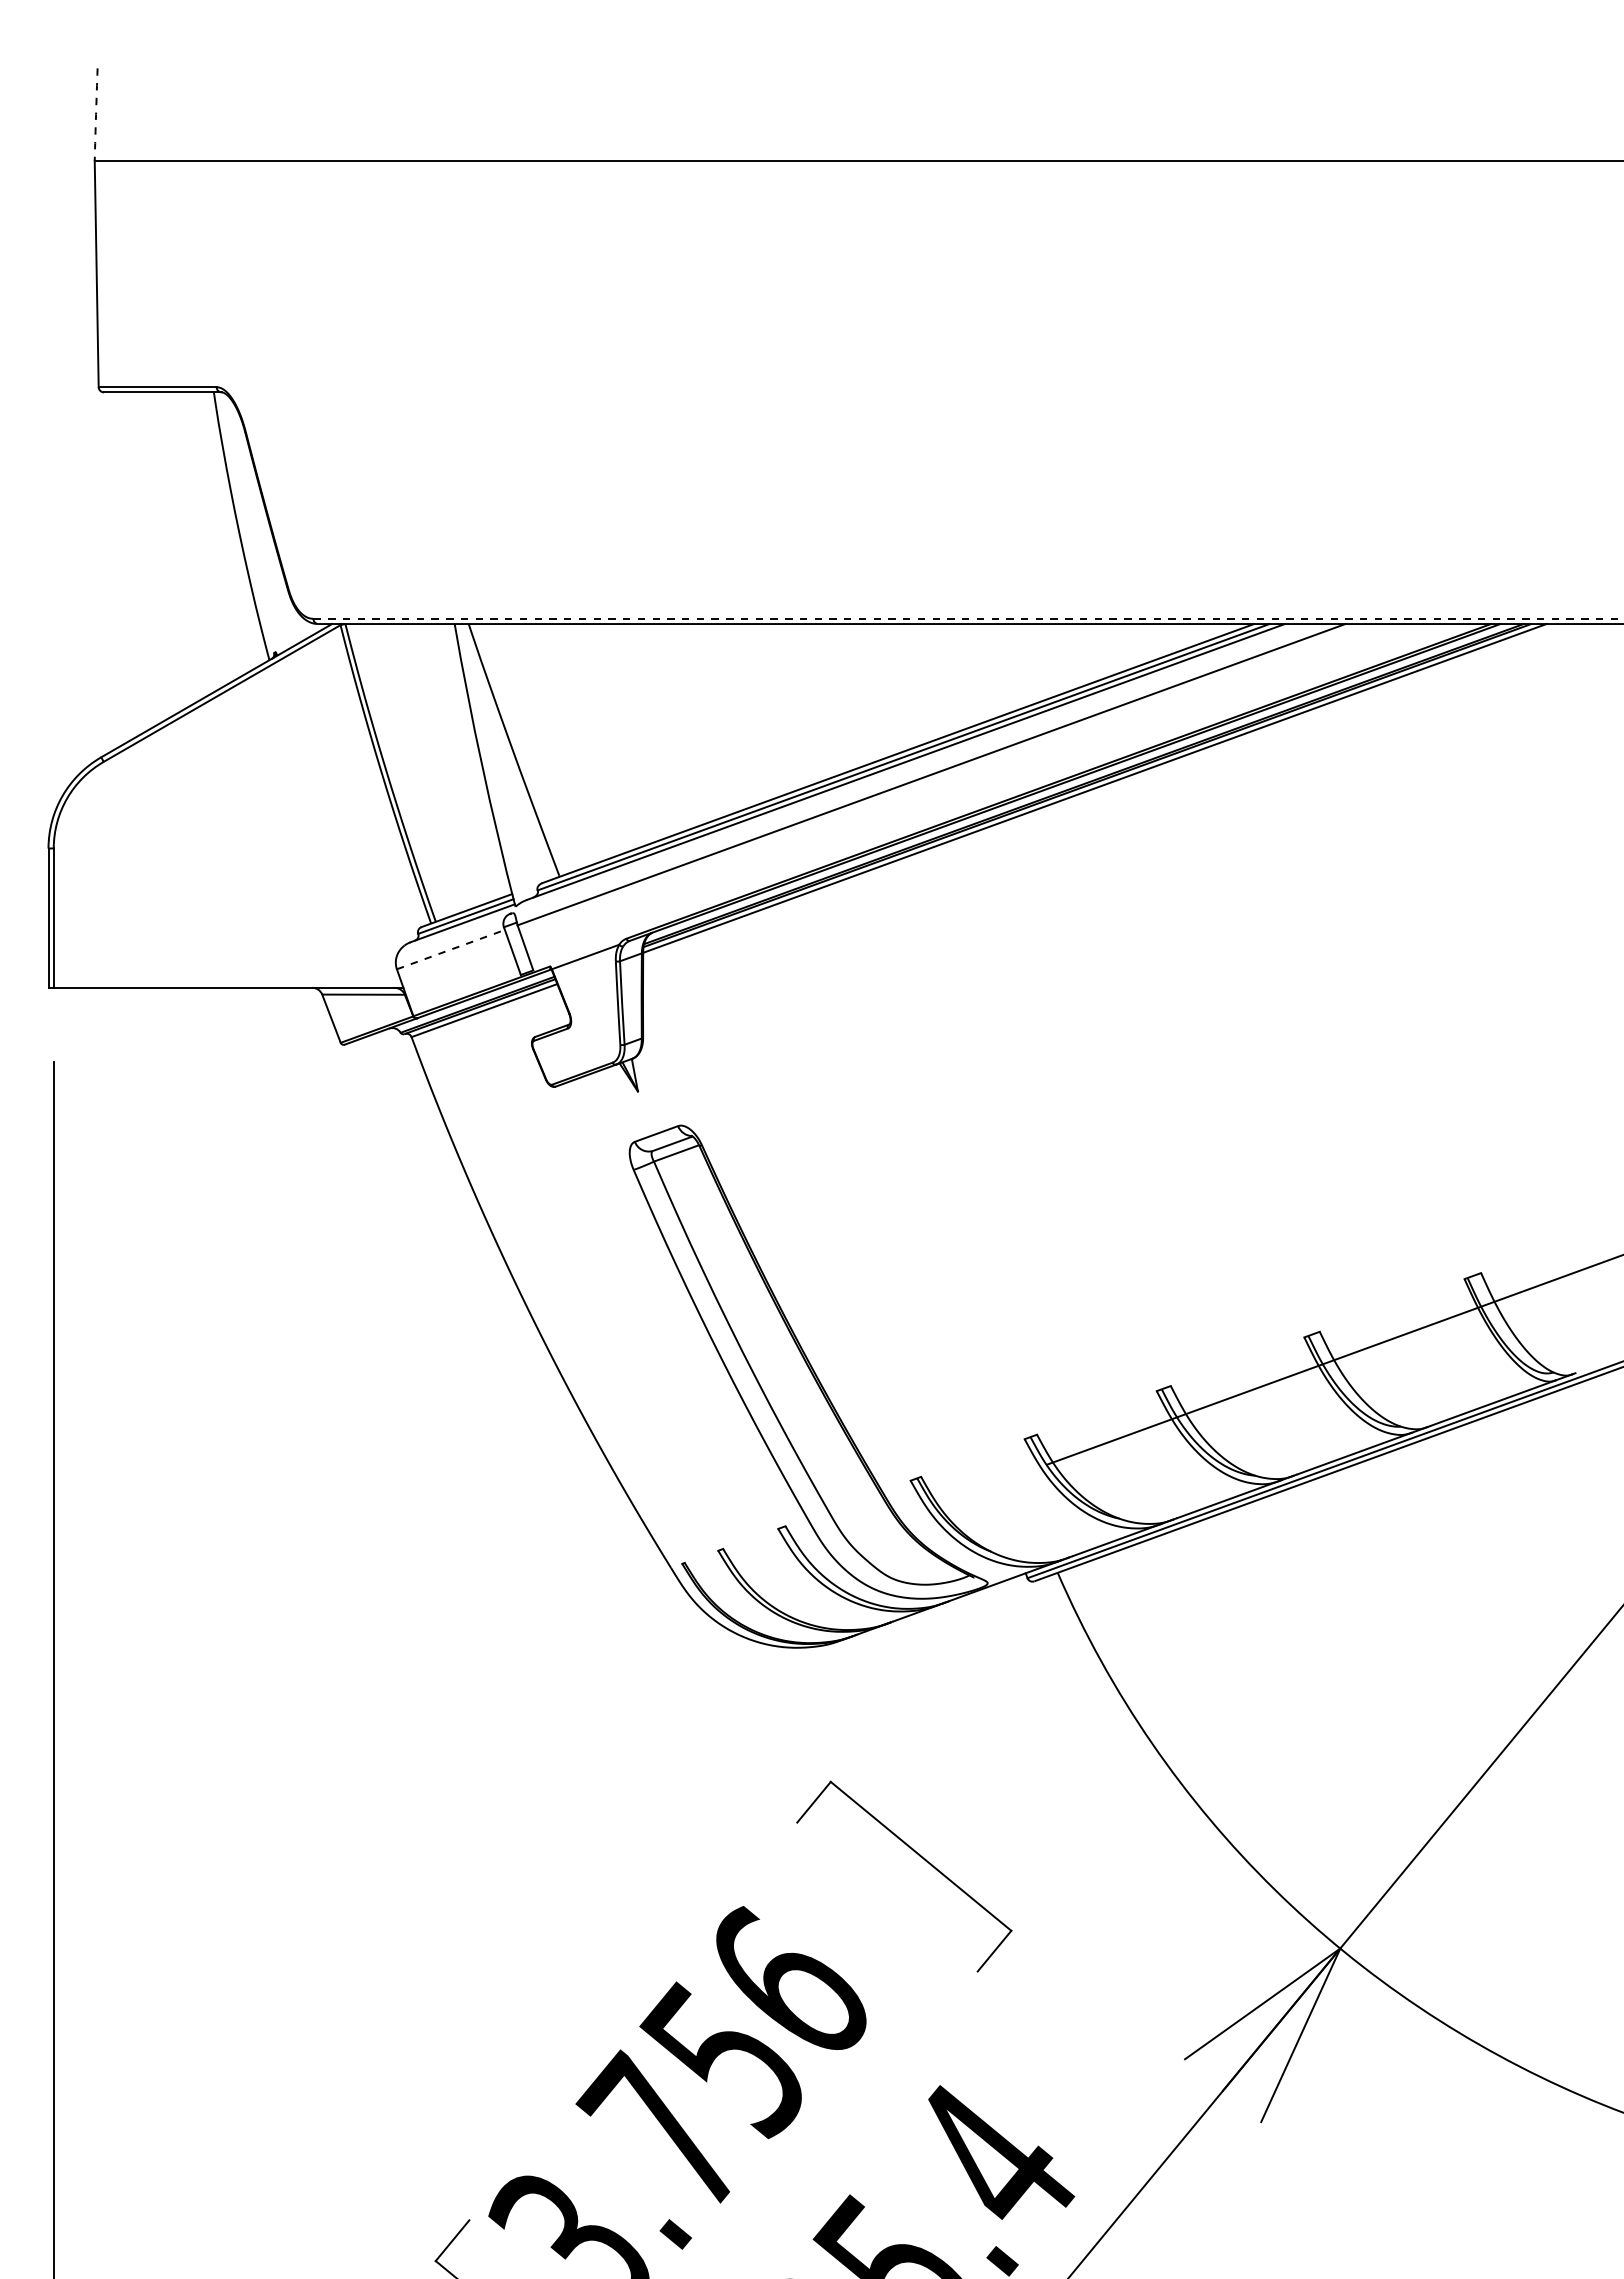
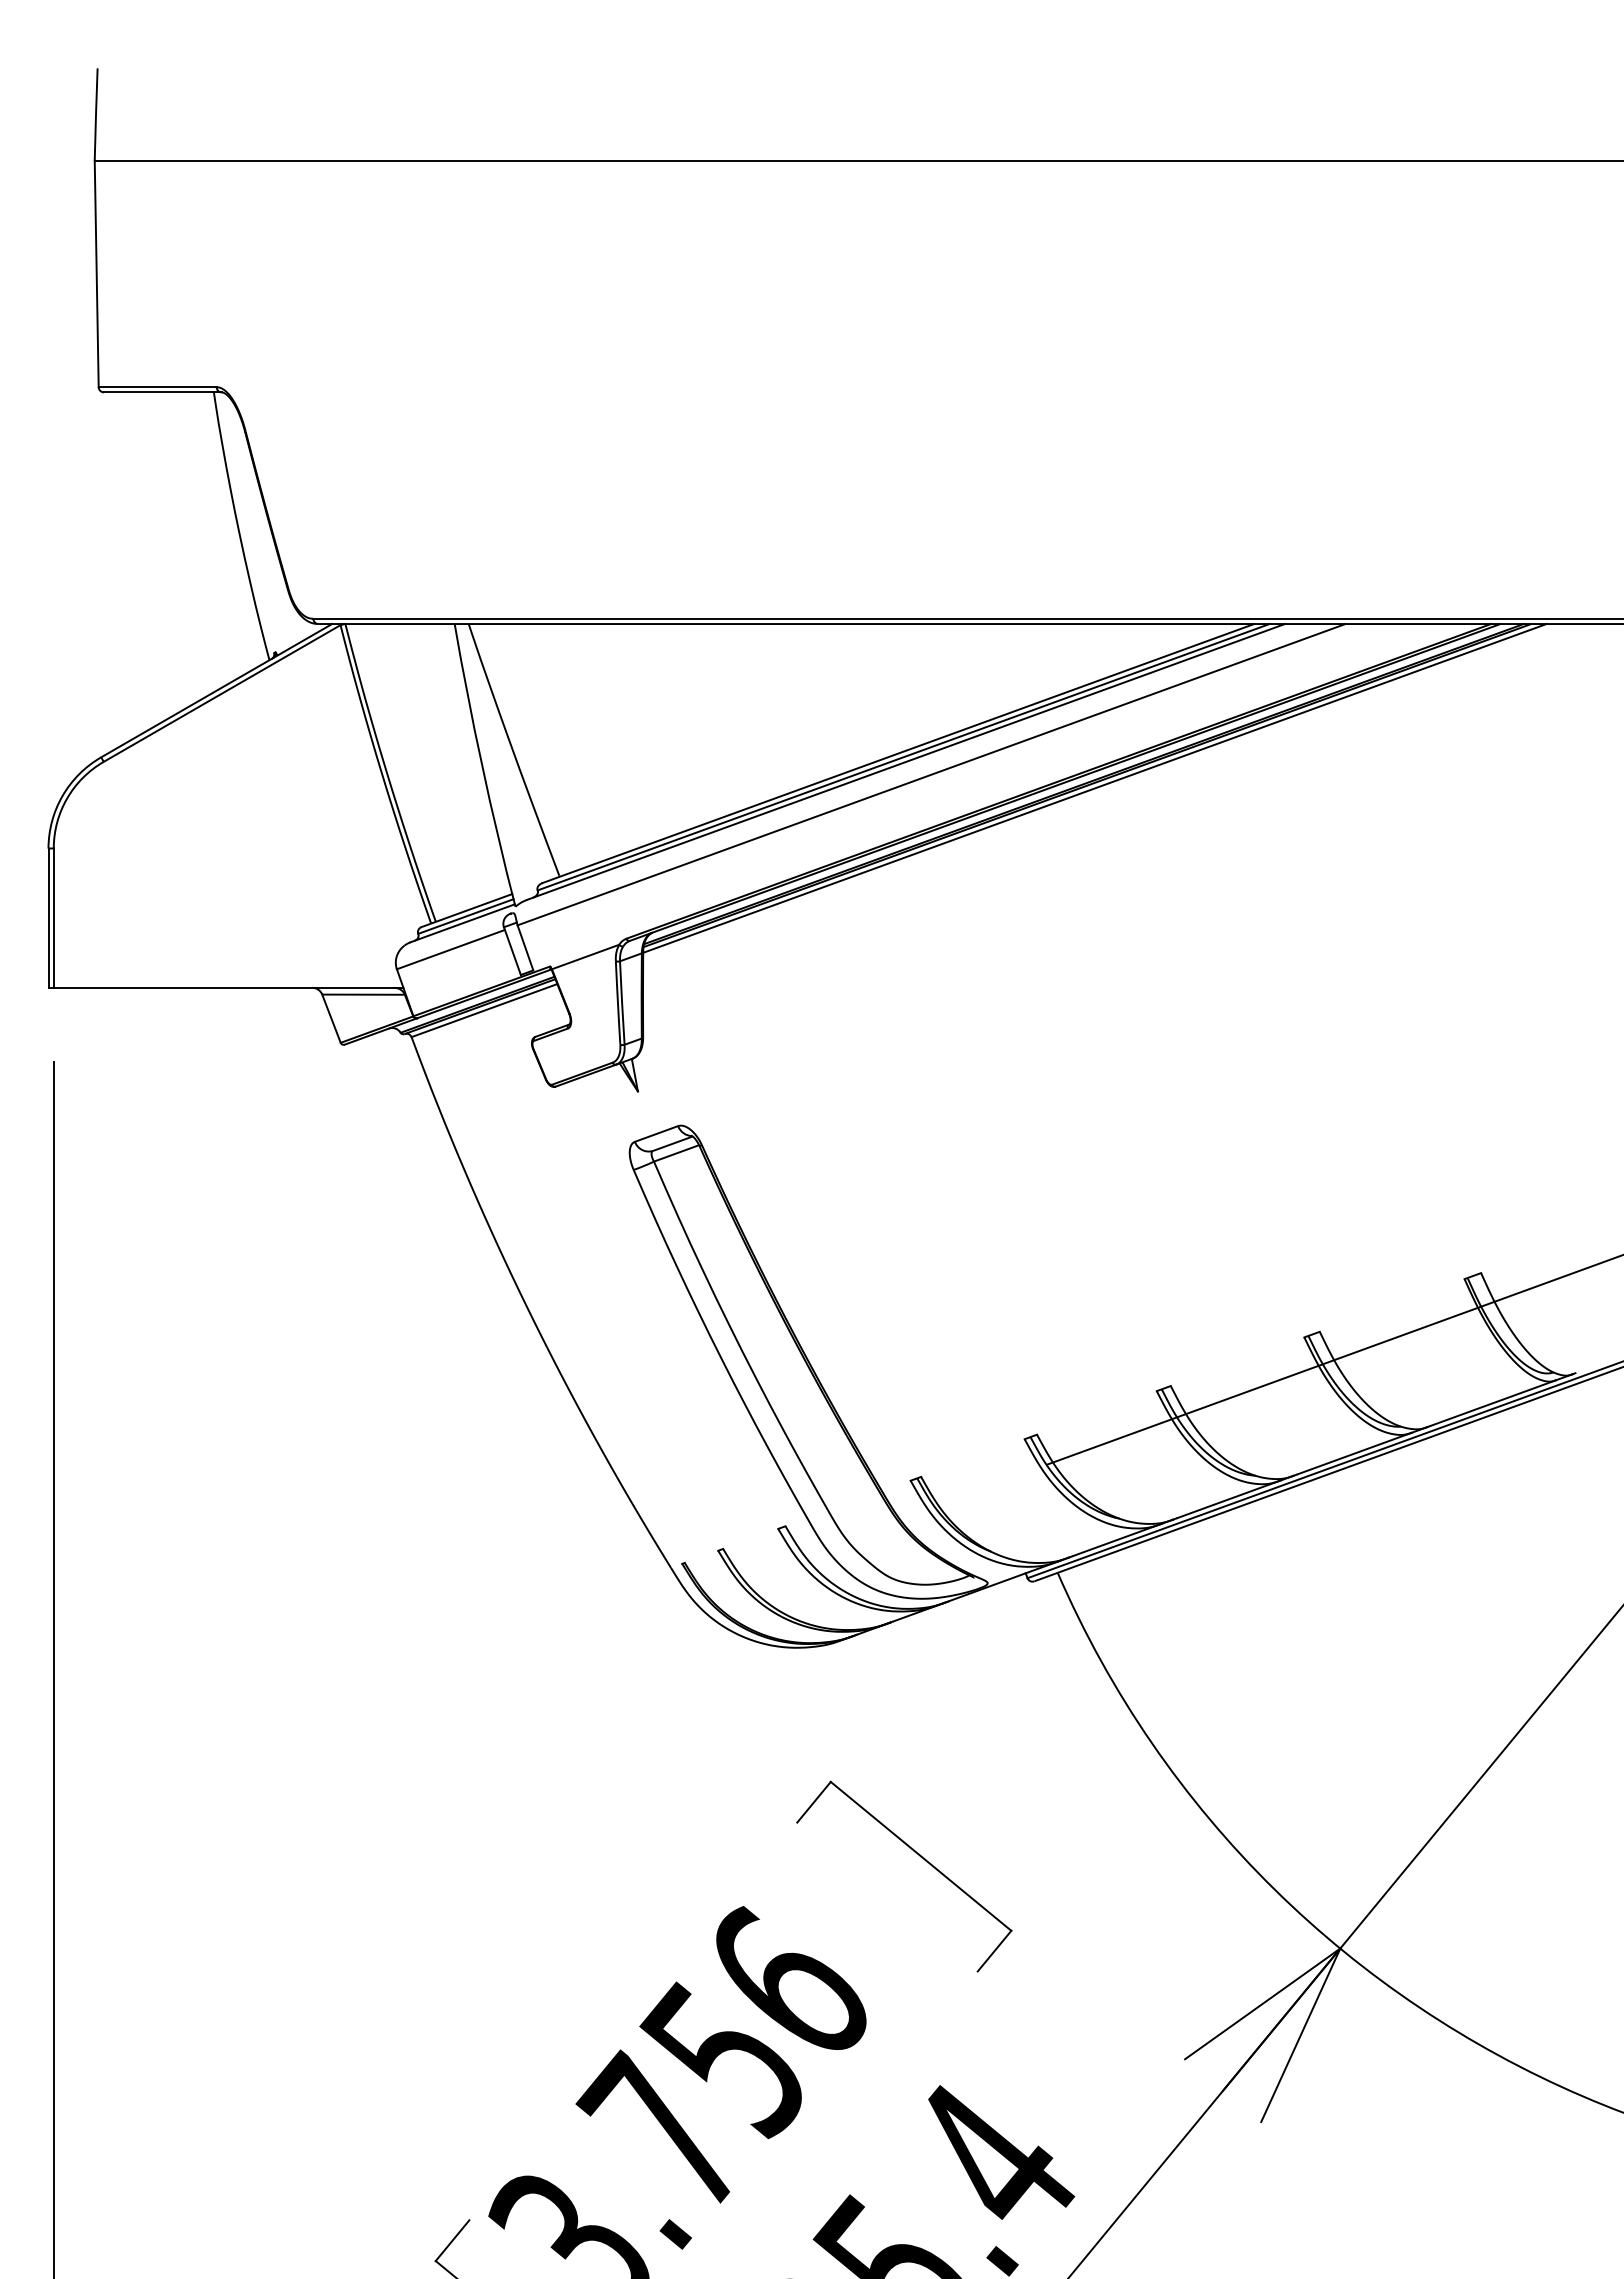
arc at (96, 114): dashed -> solid
line at (968, 618): dashed -> solid
line at (451, 949): dashed -> solid
